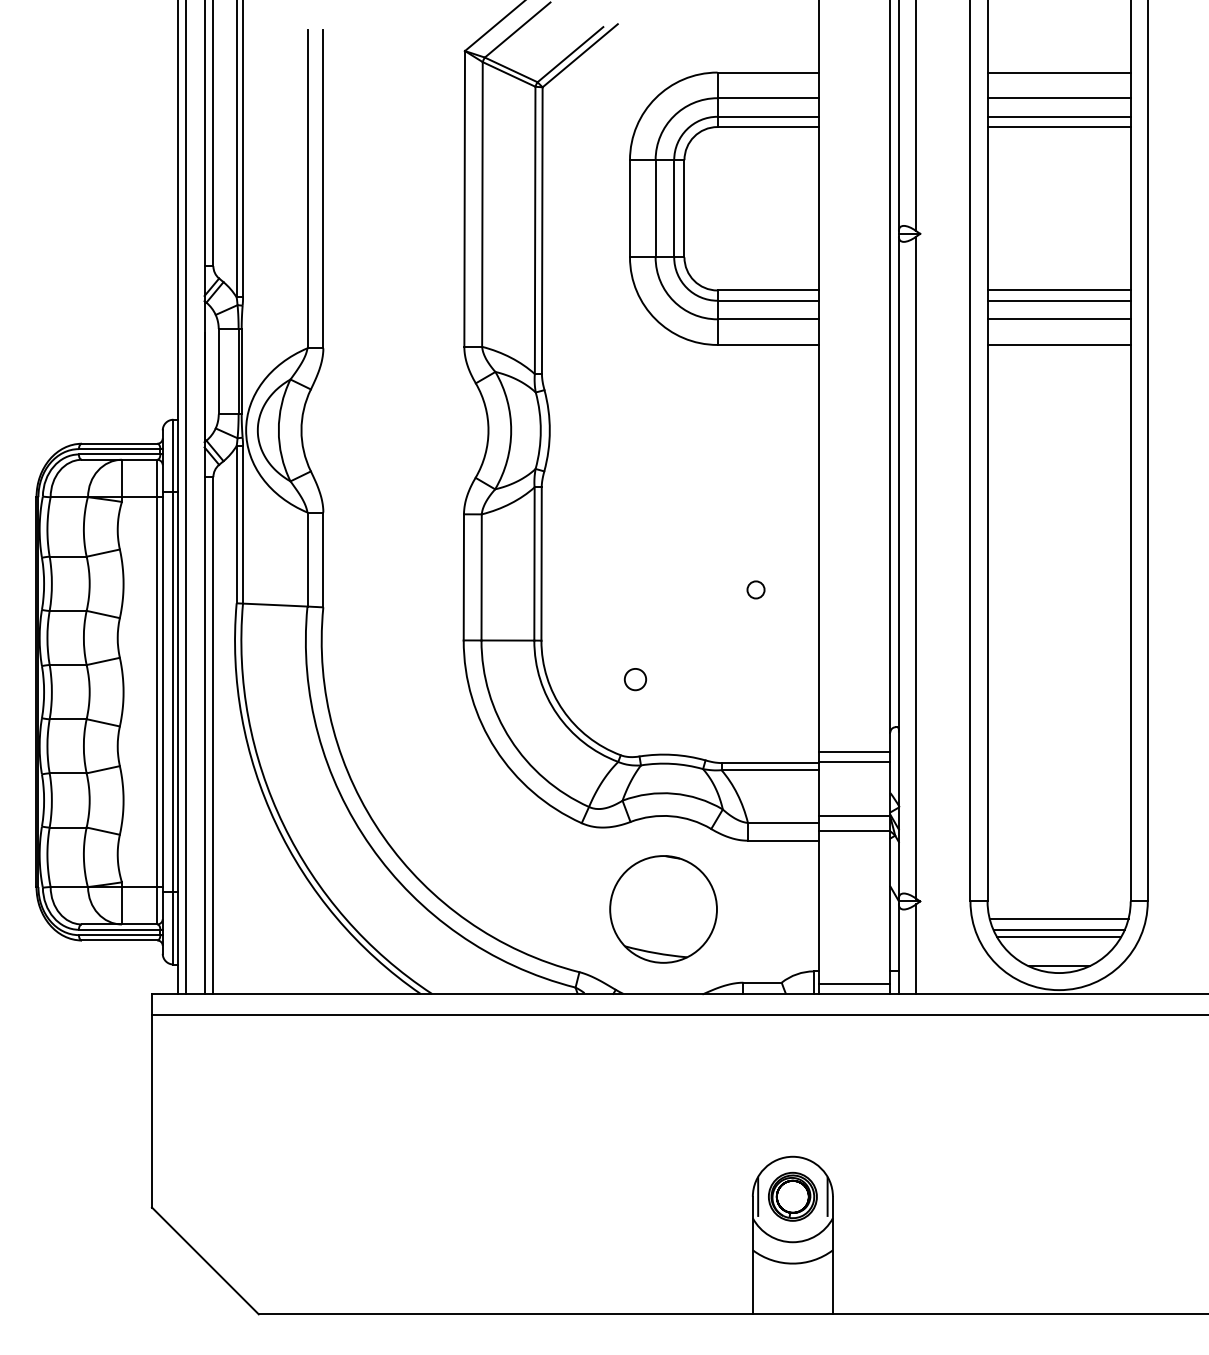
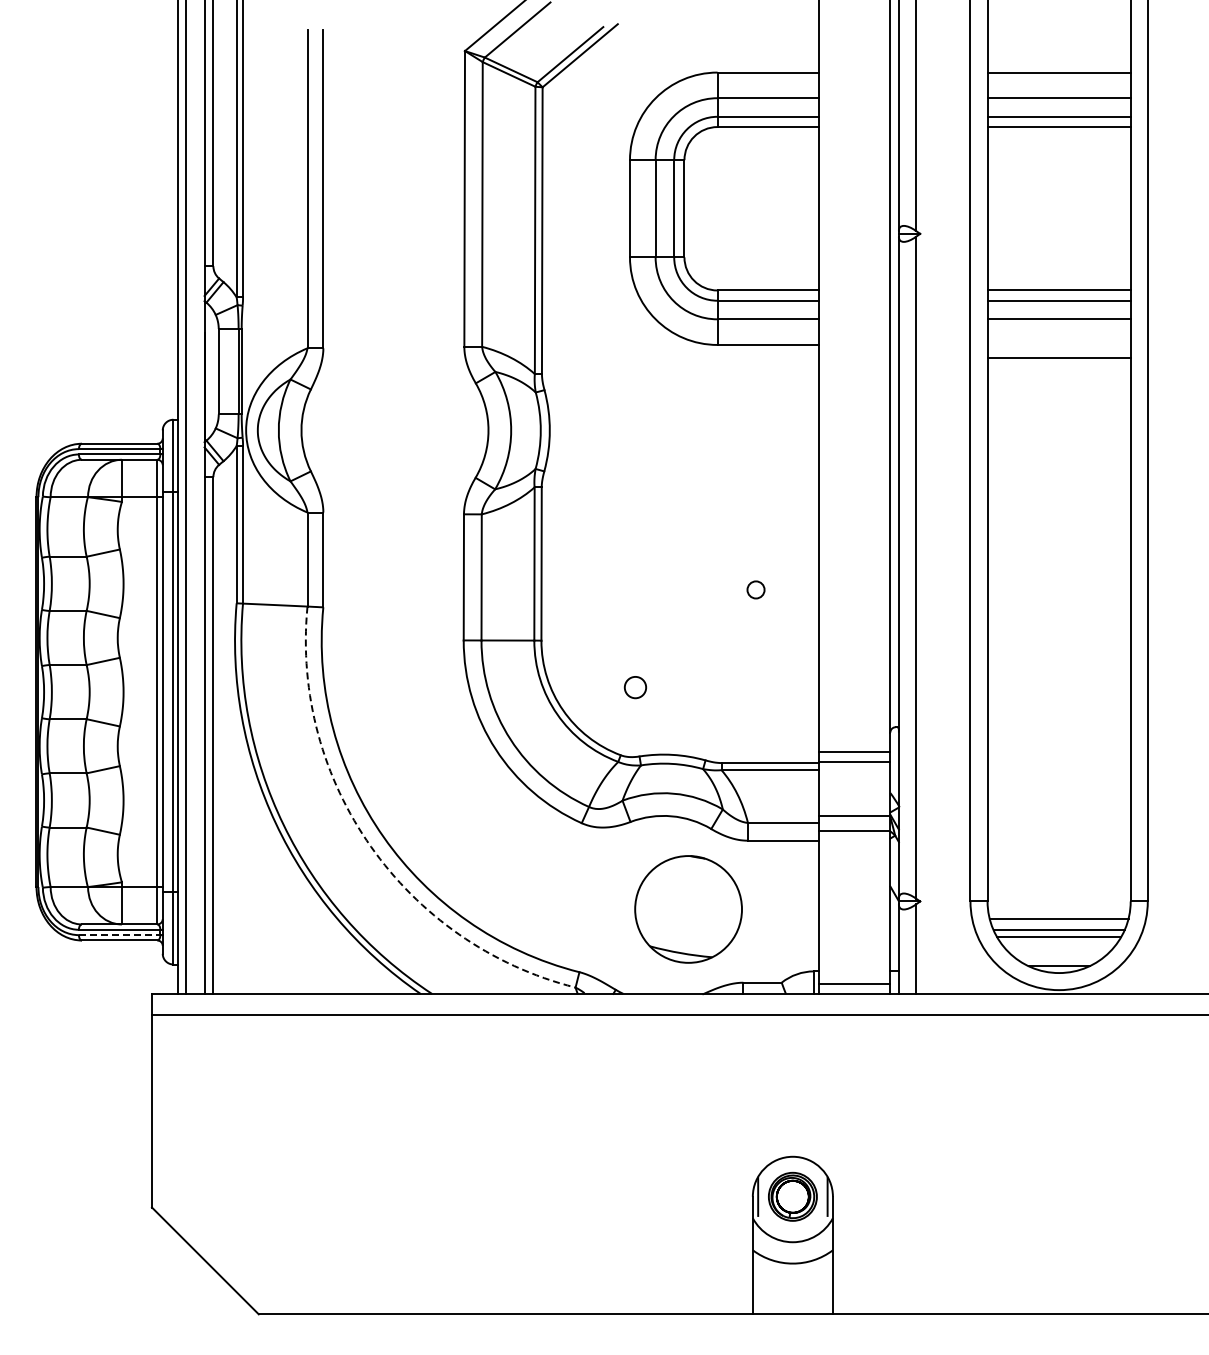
line at (1058, 344) position: (1058, 344) -> (1058, 357)
circle at (635, 679) position: (635, 679) -> (635, 687)
arc at (371, 846): solid -> dashed
part at (663, 909) position: (663, 909) -> (688, 909)
line at (119, 935): solid -> dashed
